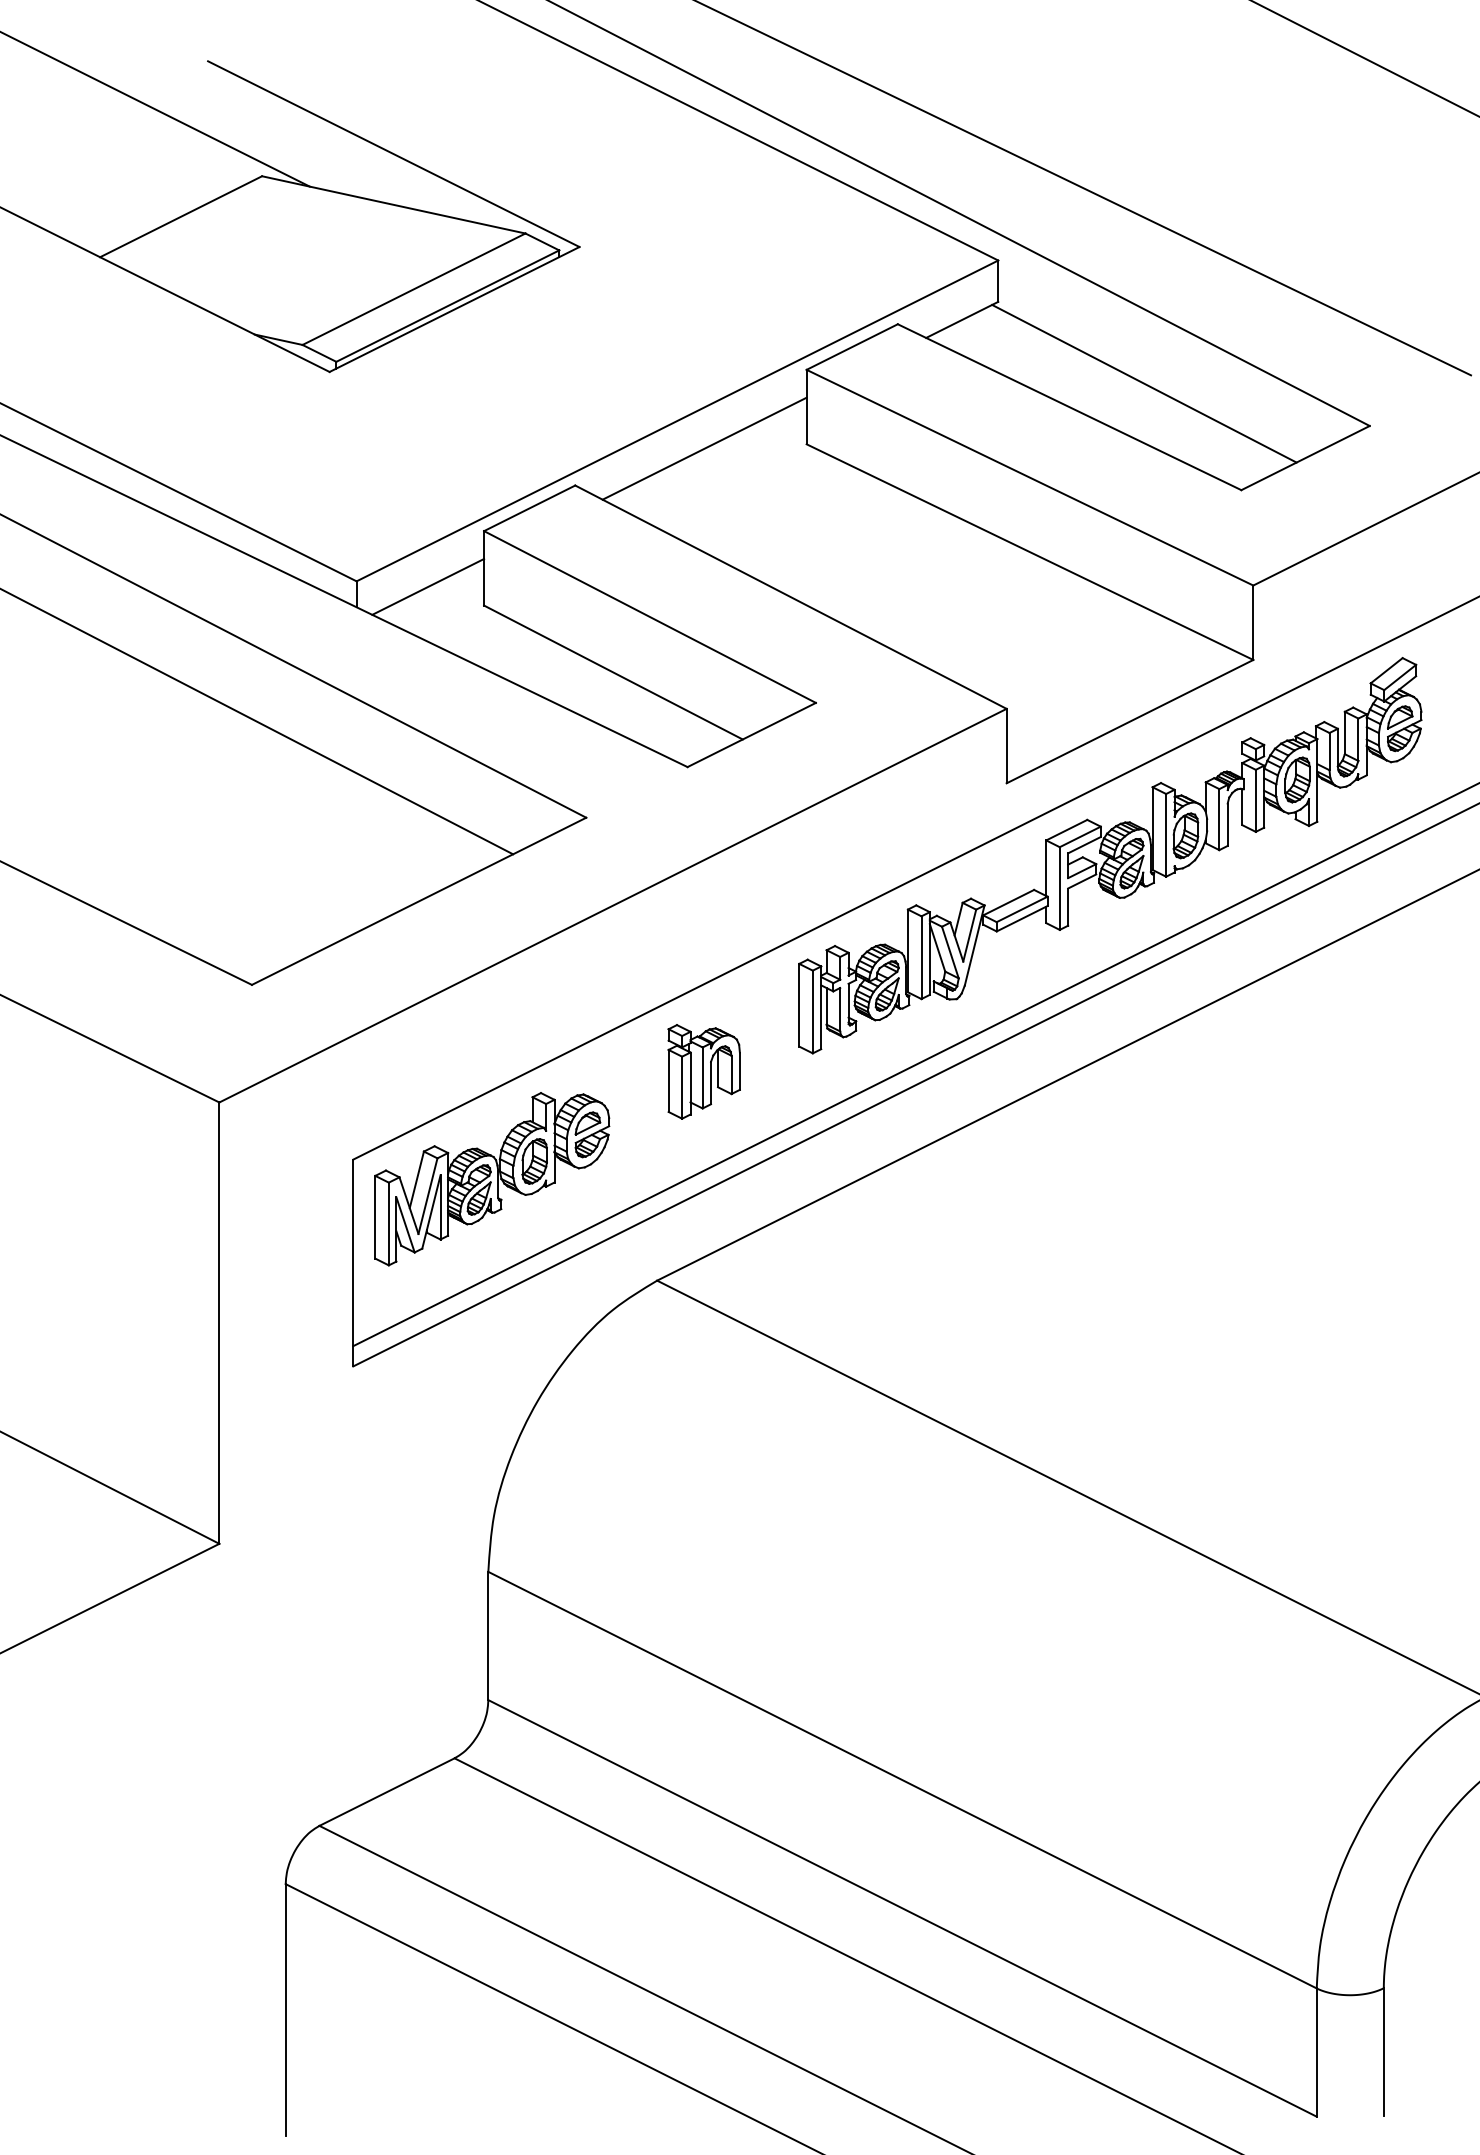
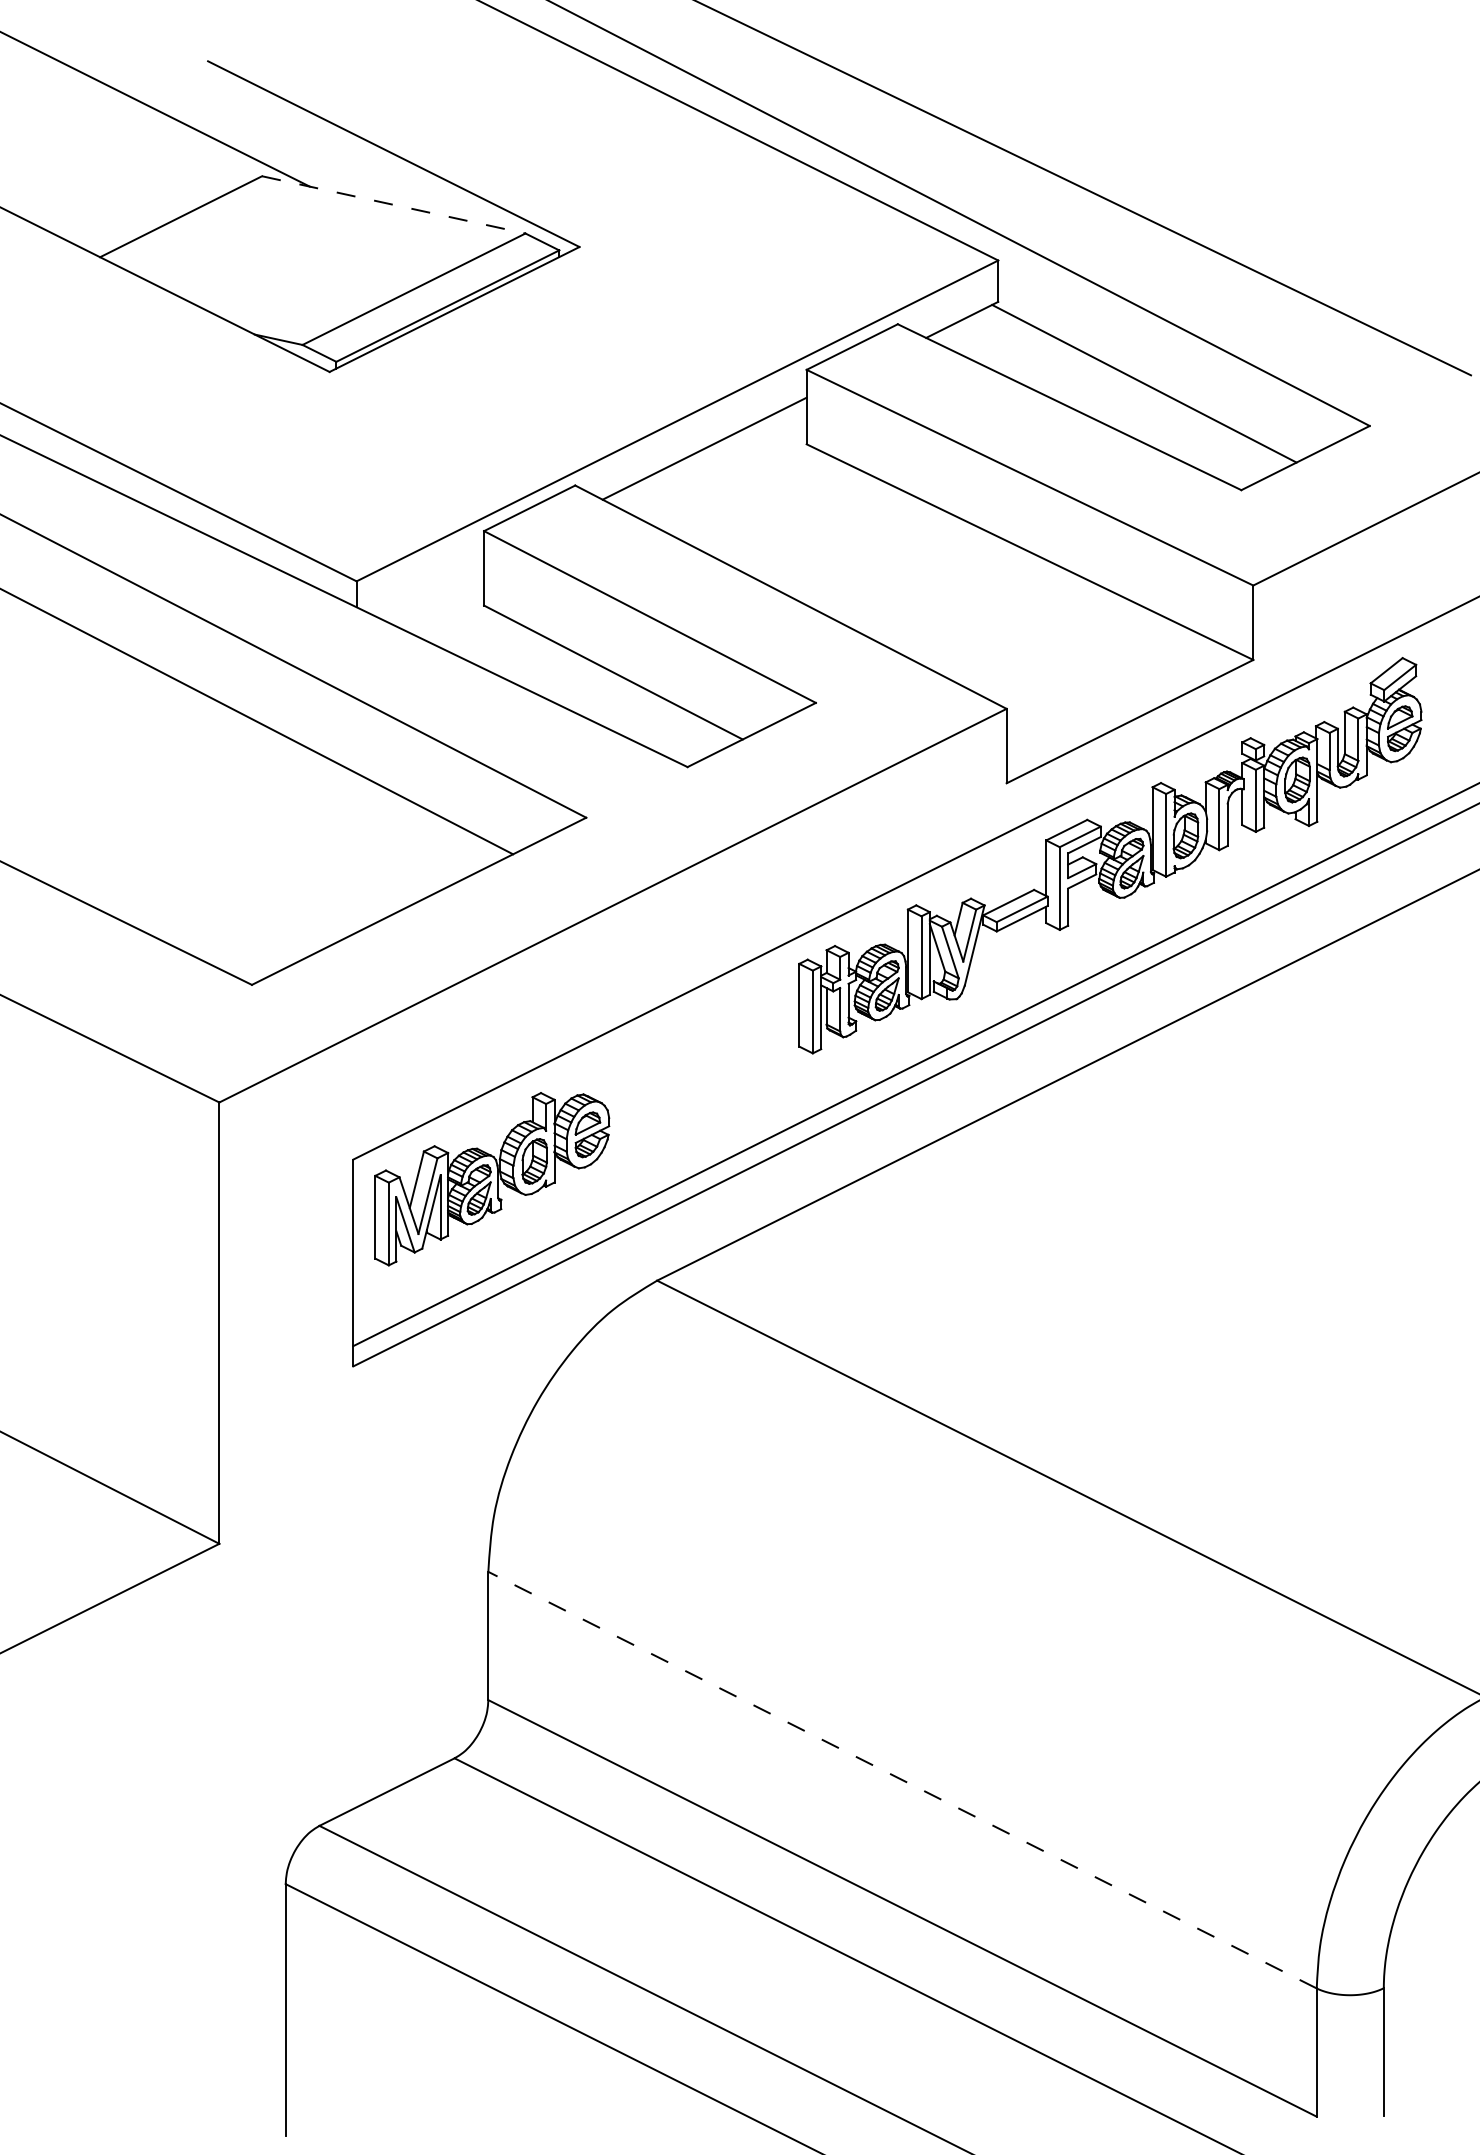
line at (1365, 58): present -> none
line at (393, 204): solid -> dashed
line at (428, 586): present -> none
part at (703, 1071): present -> none
line at (902, 1780): solid -> dashed
